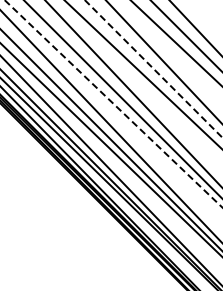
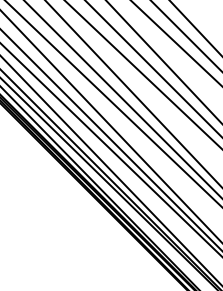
line at (153, 69): dashed -> solid
line at (113, 103): dashed -> solid
